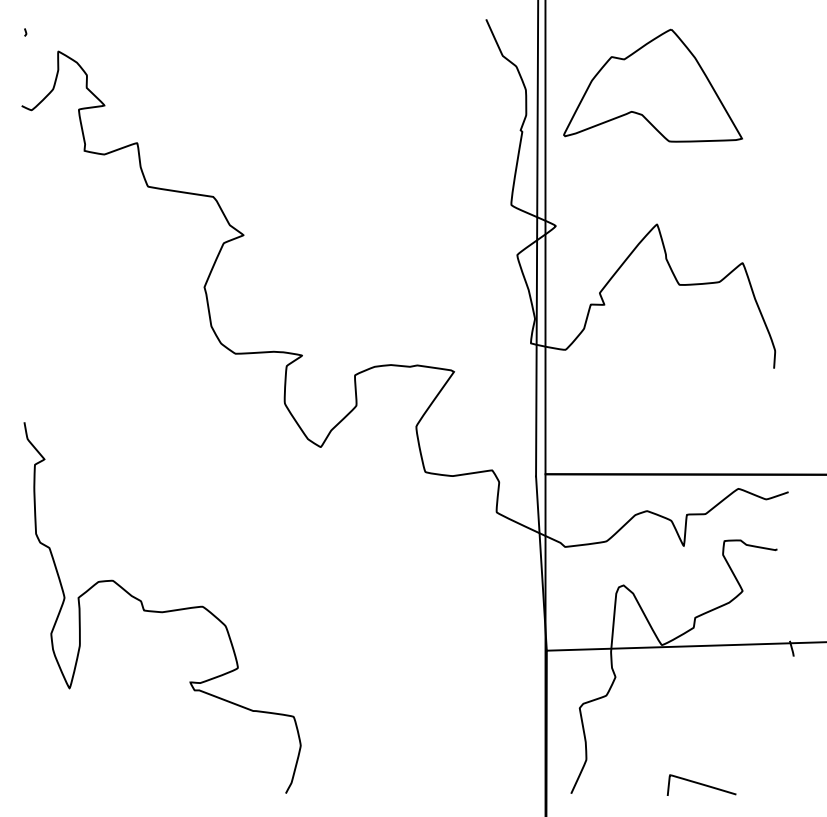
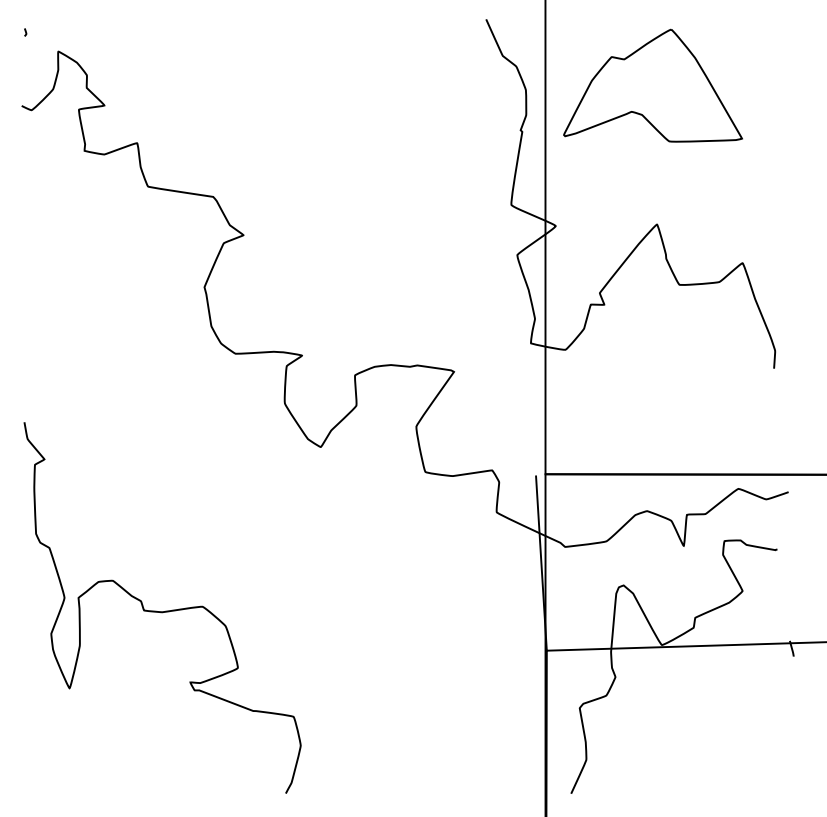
line at (537, 239): present -> none
curve at (701, 784): present -> none
